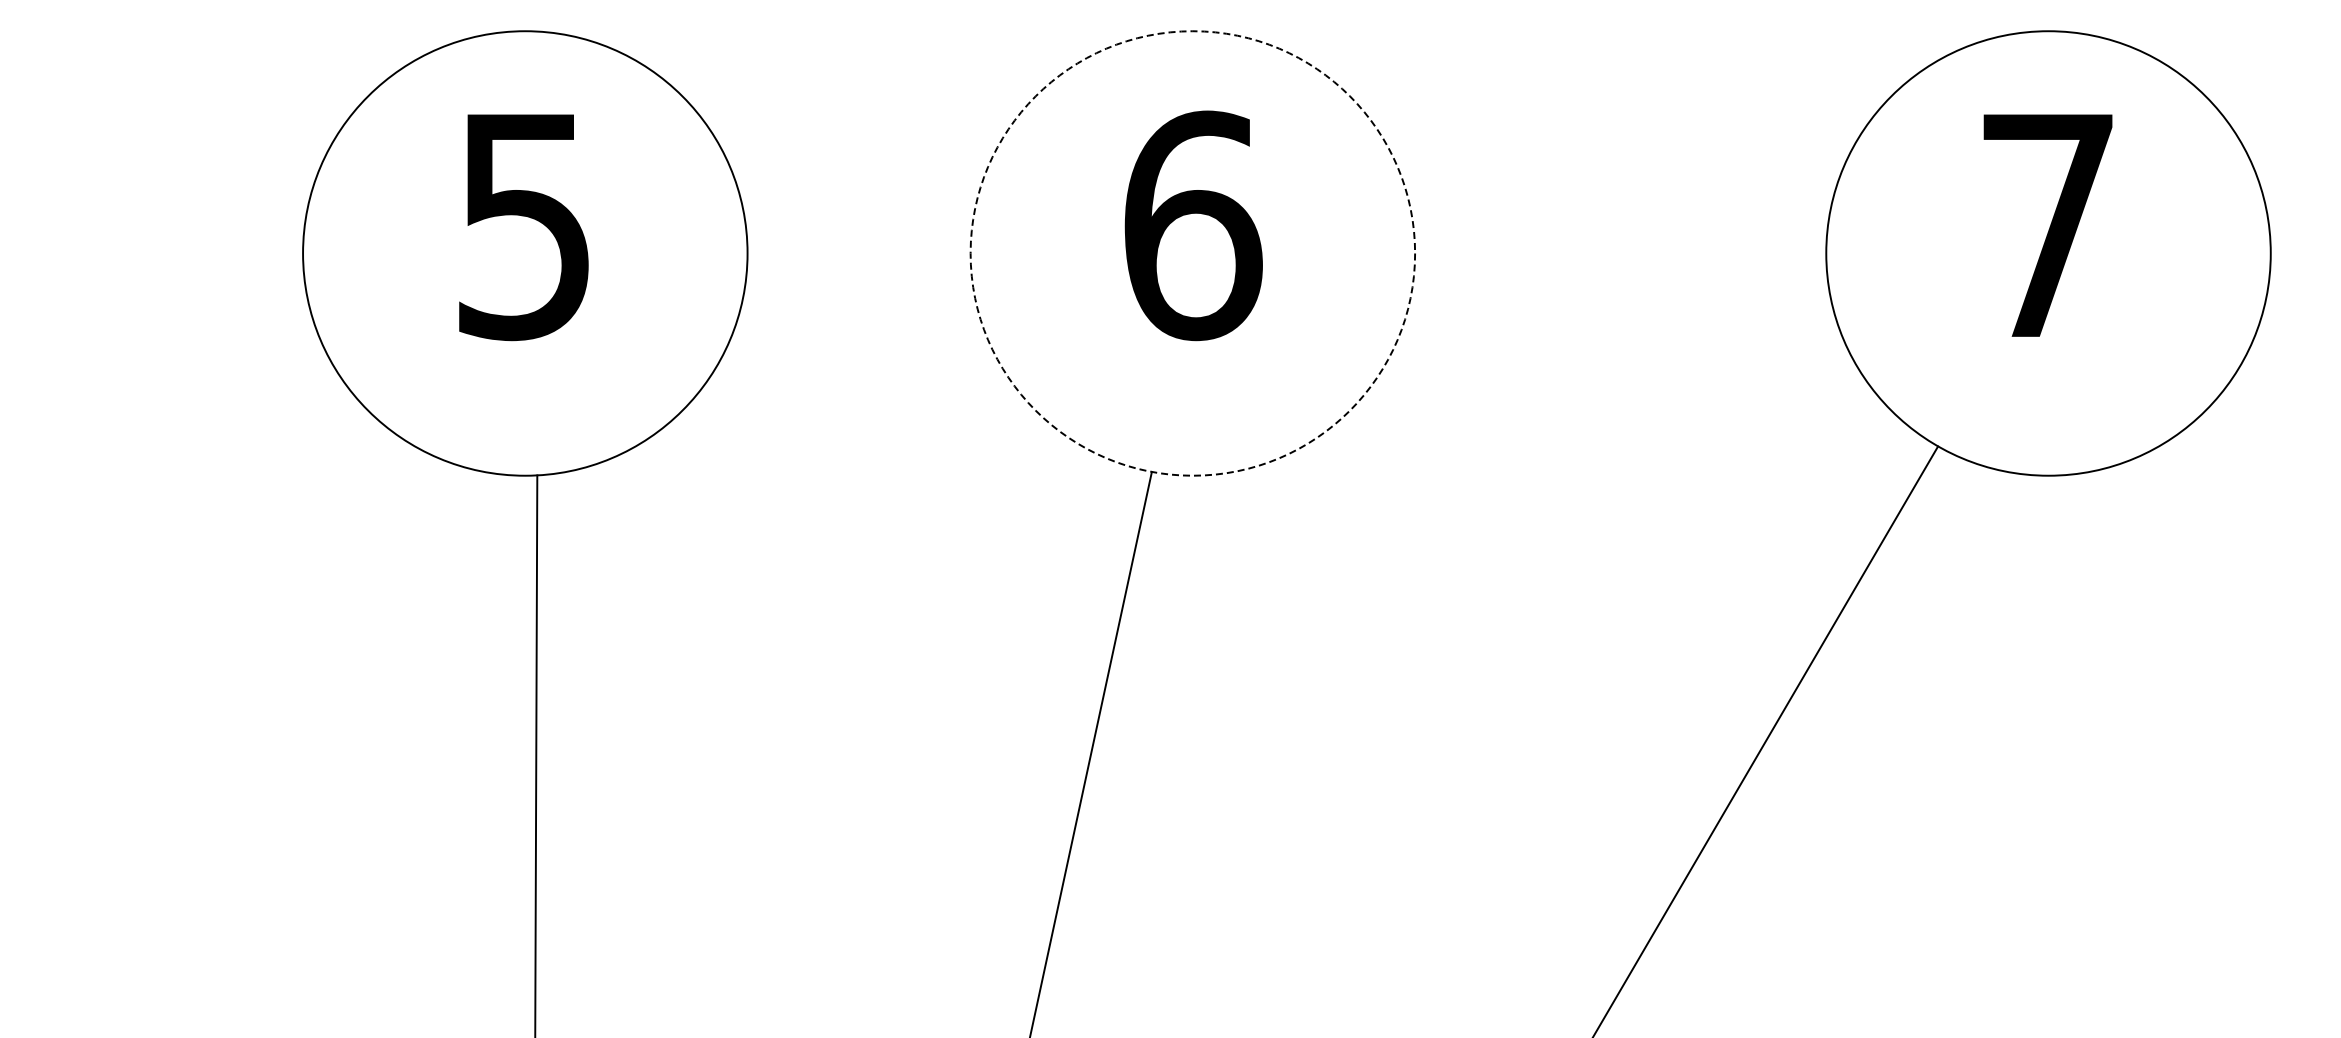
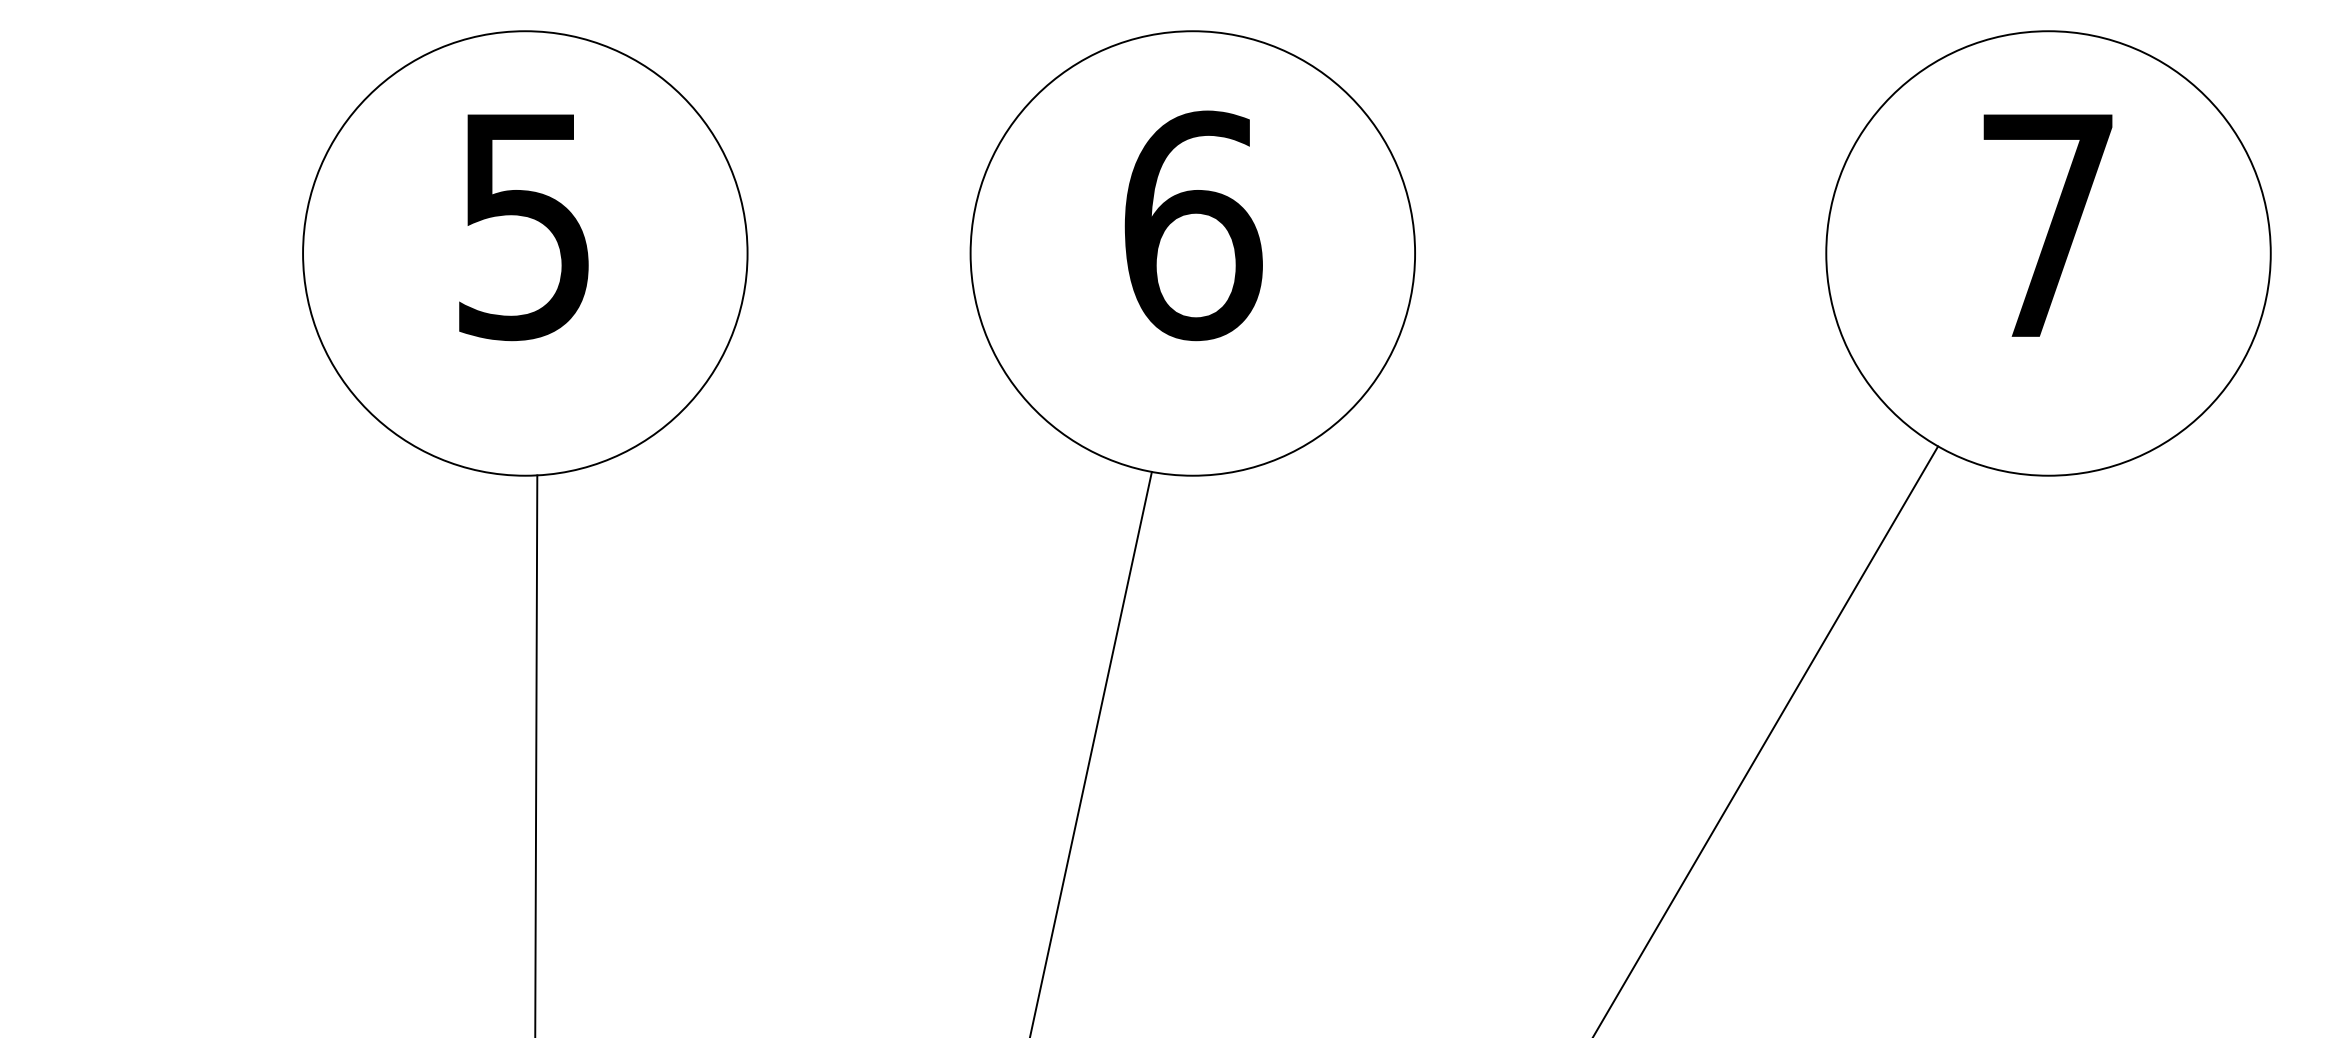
circle at (1192, 253): dashed -> solid
